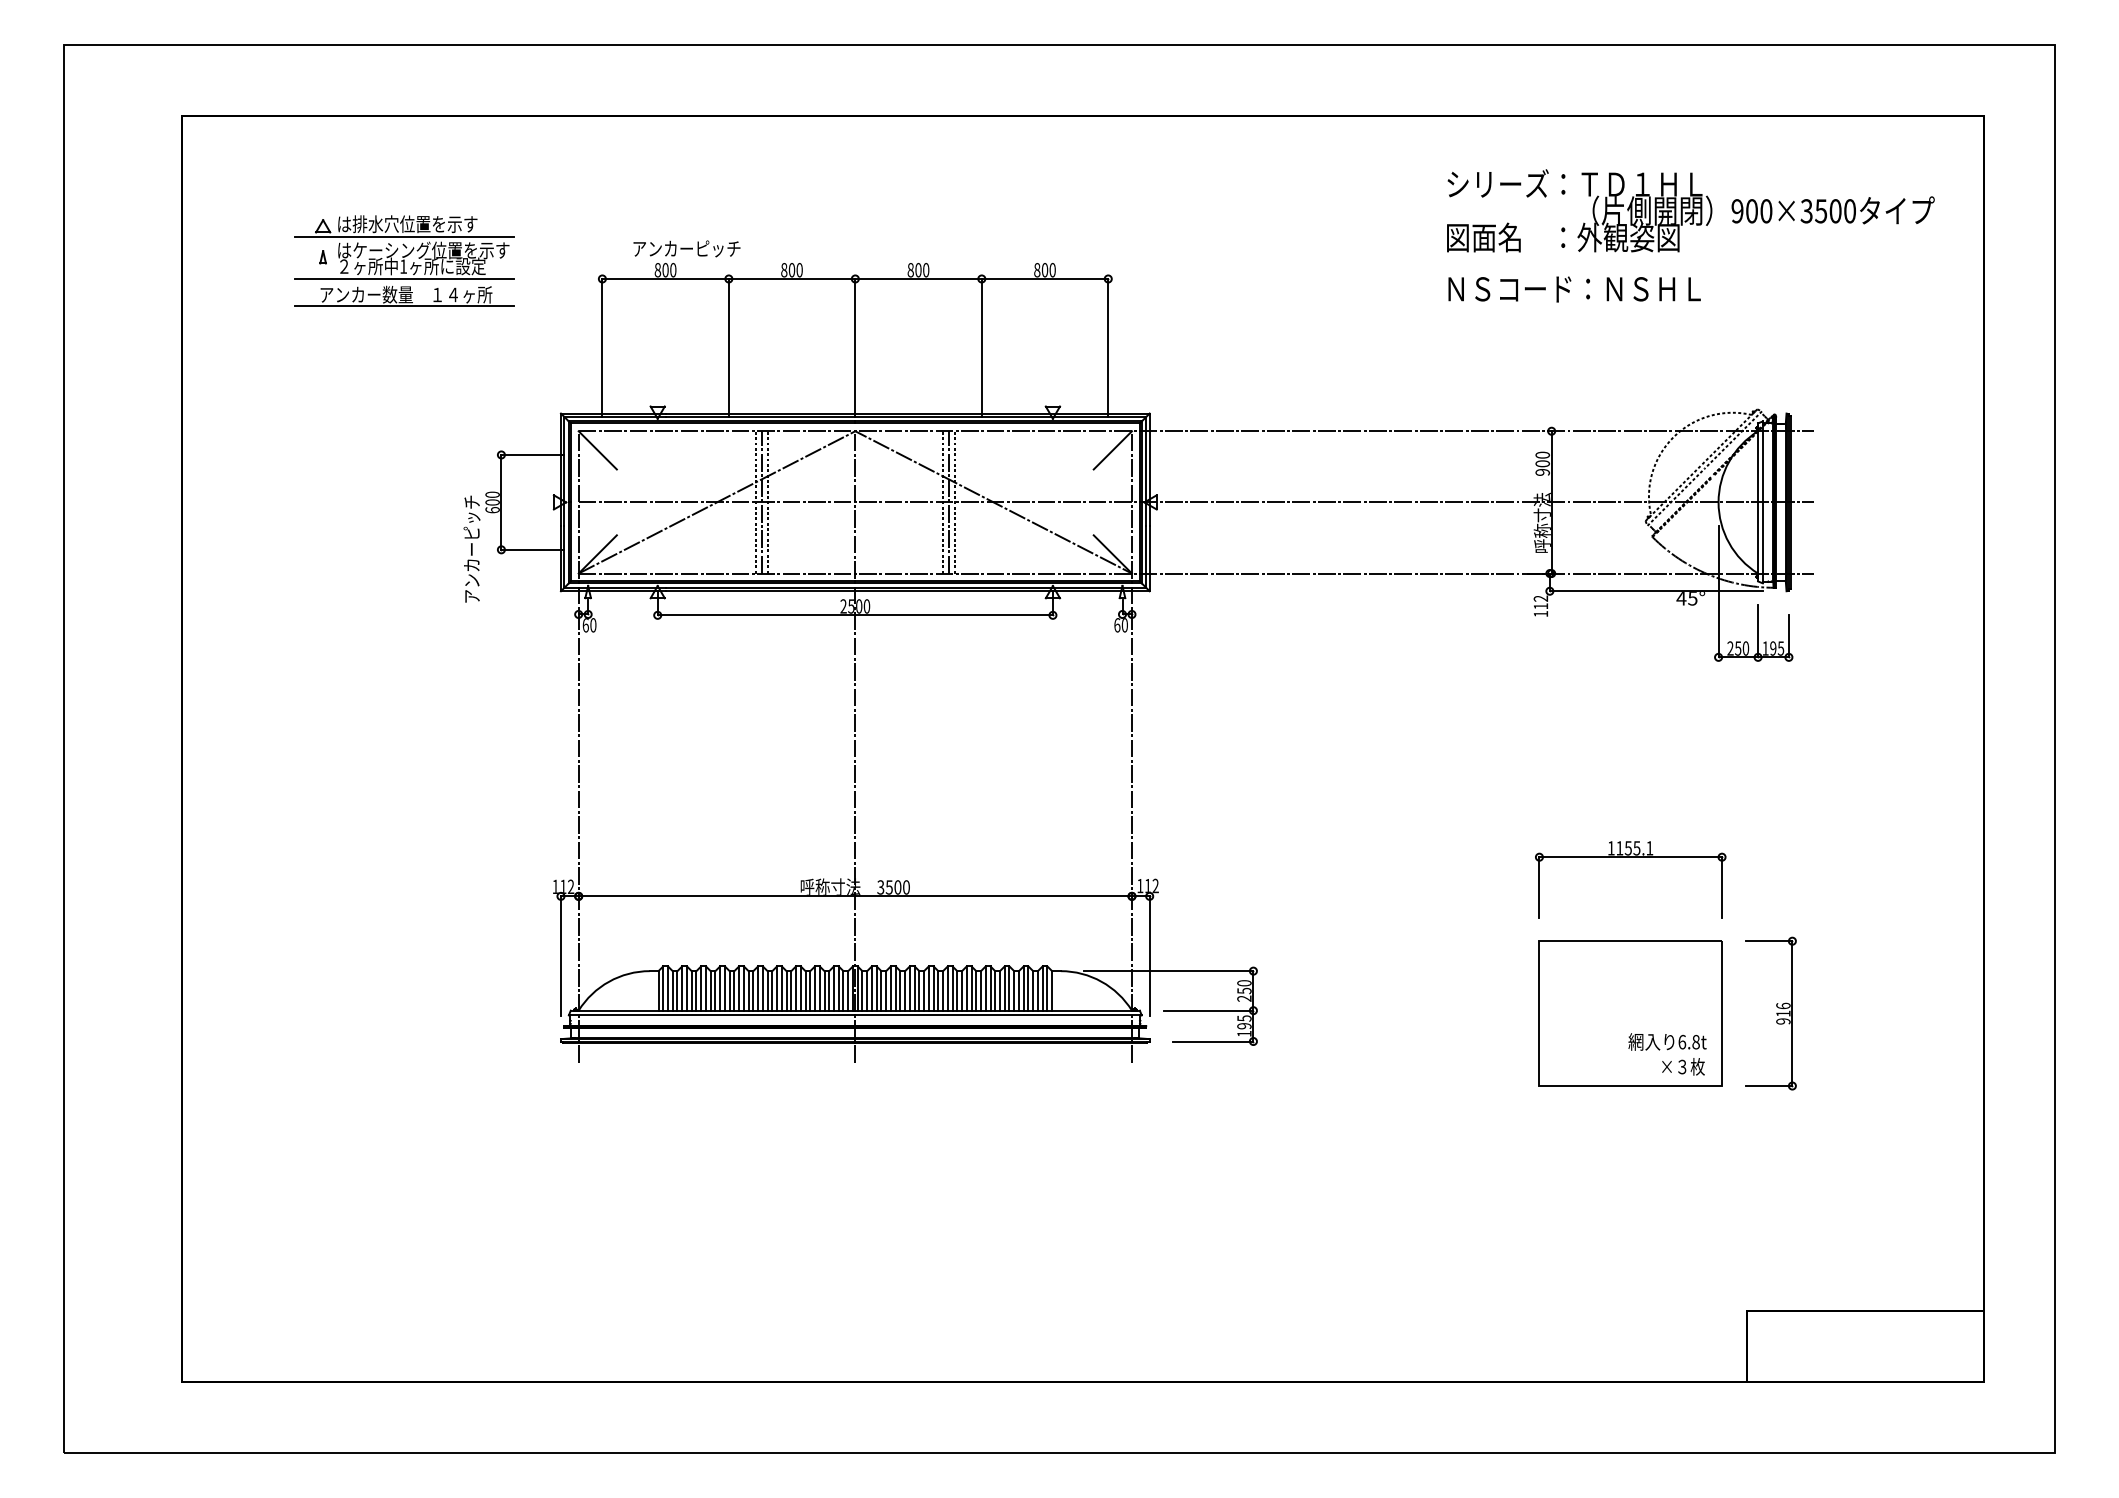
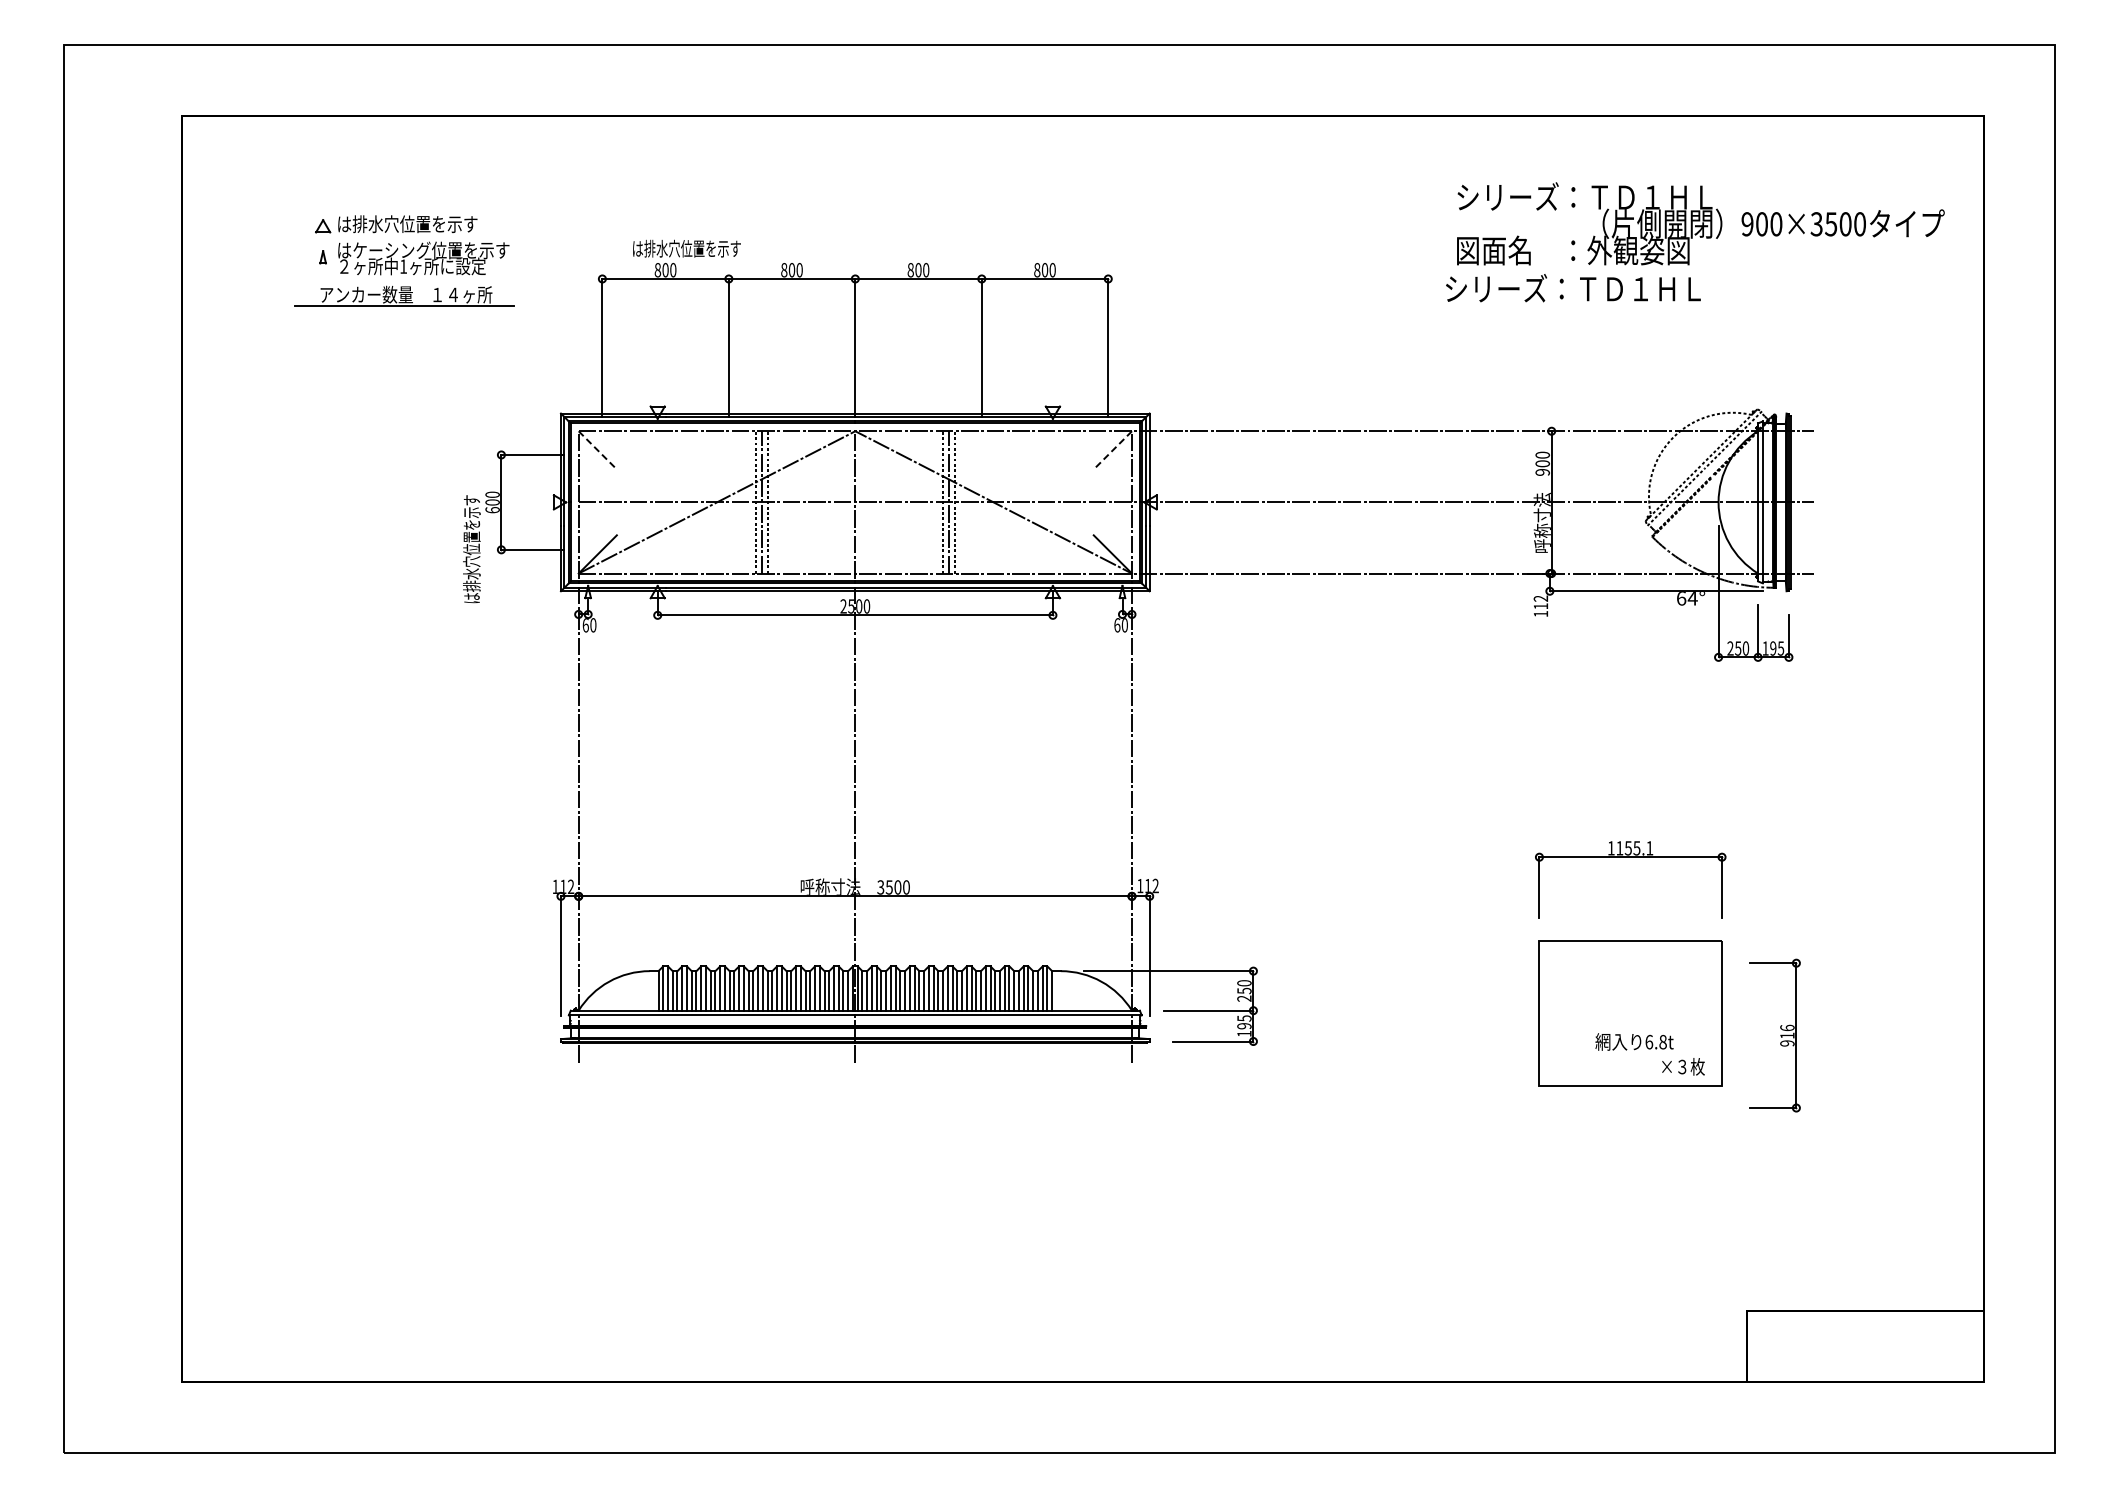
text at (1690, 210) position: (1690, 210) -> (1700, 223)
line at (403, 236): present -> none
text at (686, 248): アンカーピッチ -> は排水穴位置を示す
line at (403, 278): present -> none
text at (1547, 288): ＮＳコード：ＮＳＨＬ -> シリーズ：ＴＤ１ＨＬ
line at (598, 450): solid -> dashed
line at (1112, 450): solid -> dashed
text at (471, 549): アンカーピッチ -> は排水穴位置を示す
text at (1686, 598): 45° -> 64°
part at (1770, 1013) position: (1770, 1013) -> (1774, 1035)
text at (1667, 1041) position: (1667, 1041) -> (1634, 1041)
